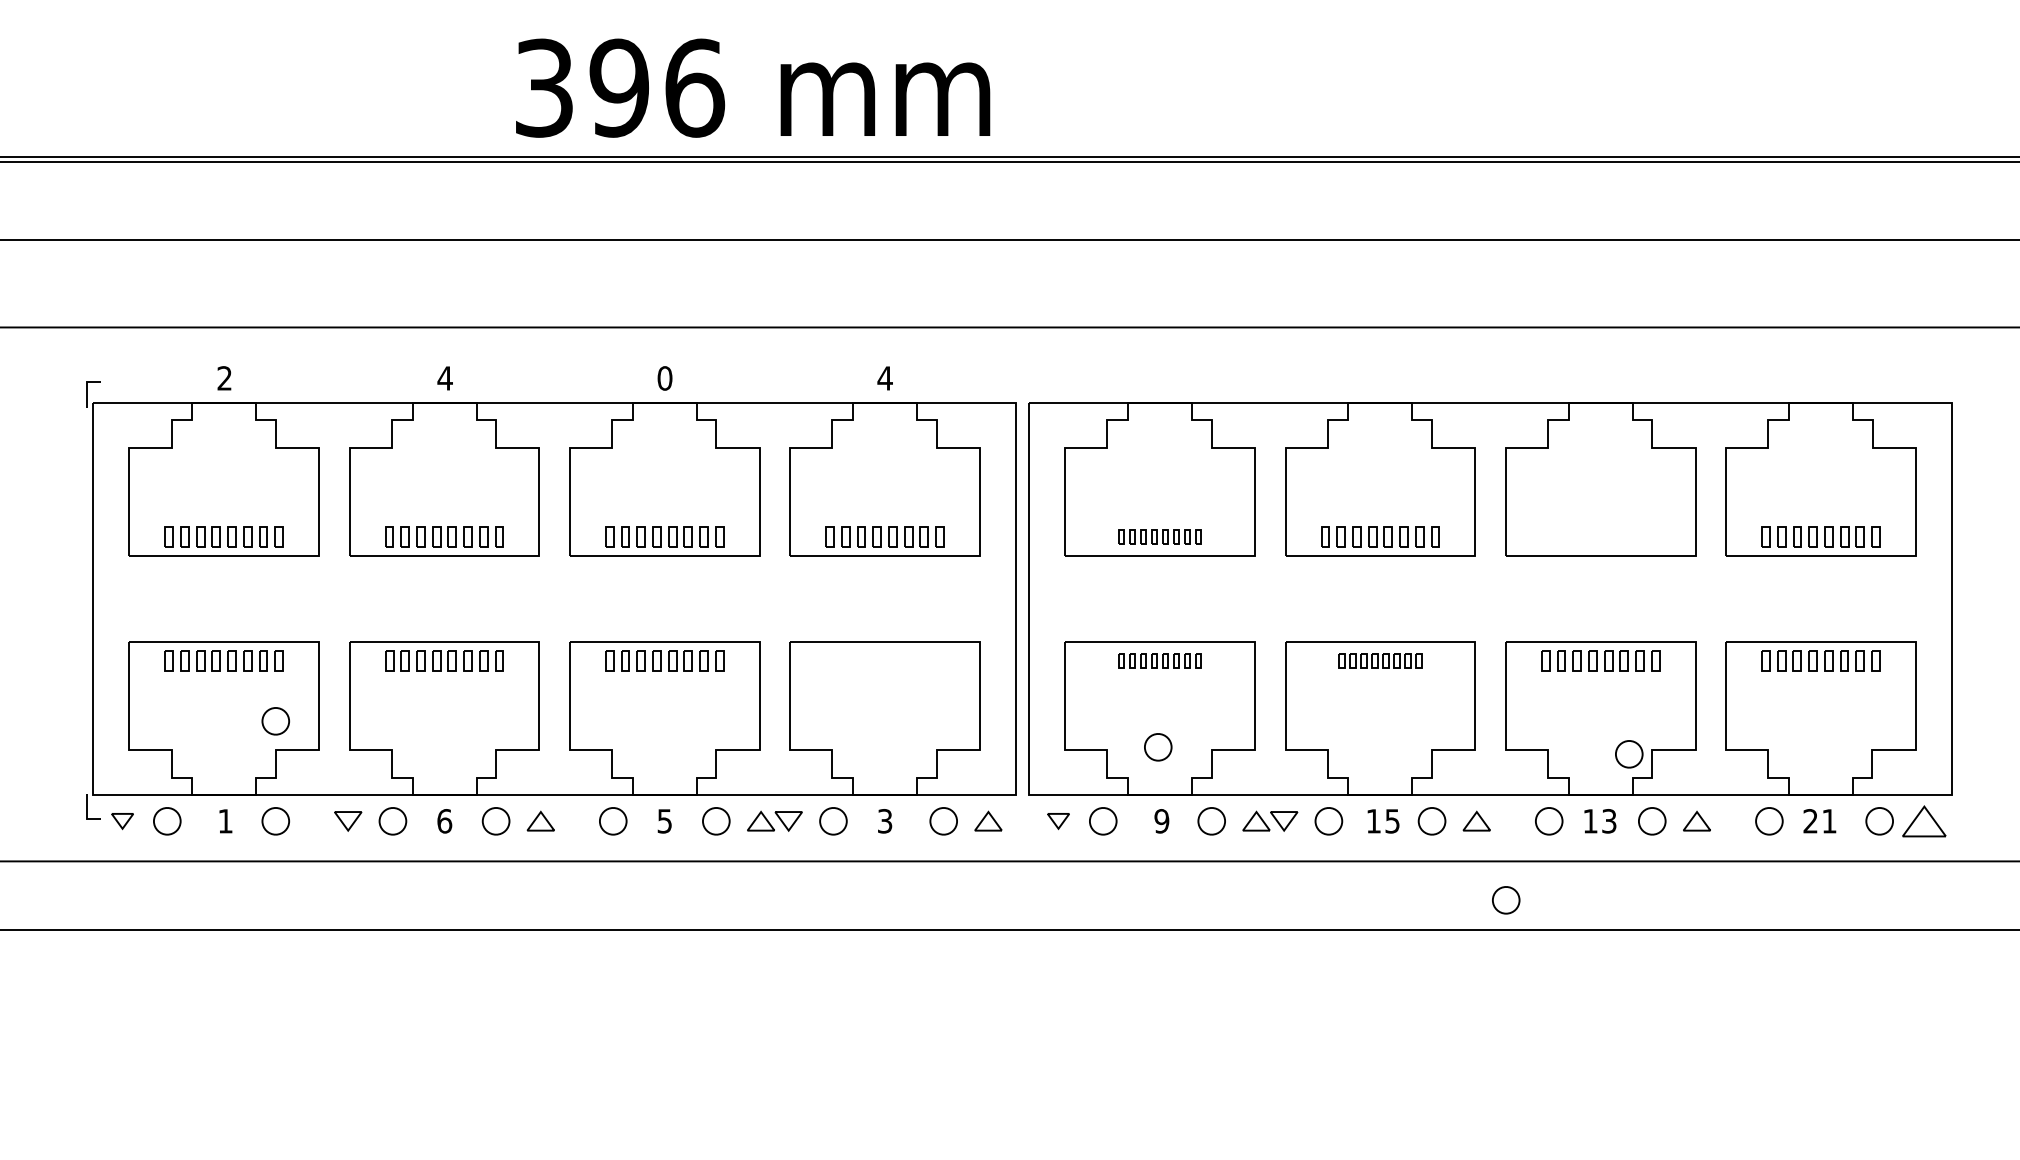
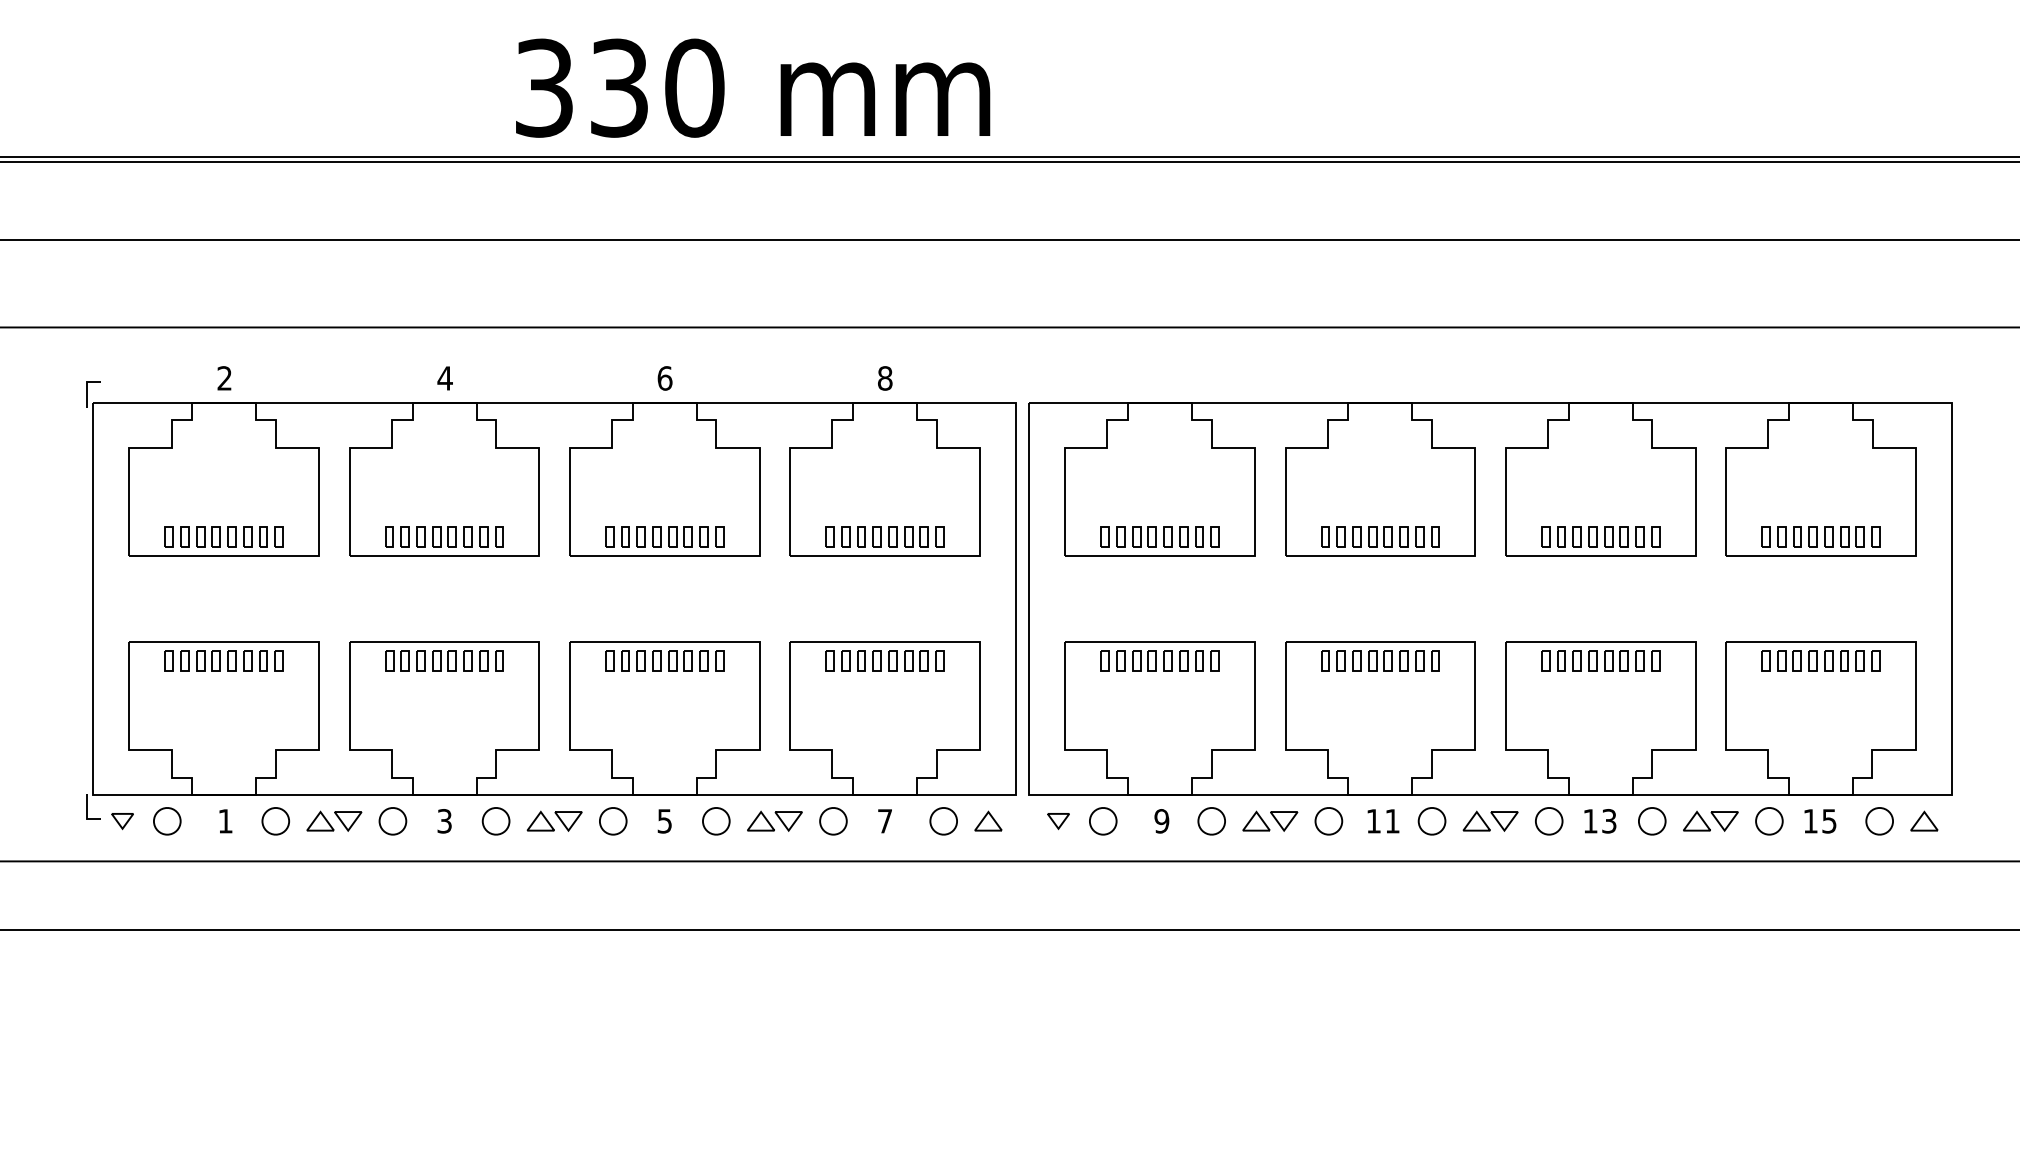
text at (657, 87): 396 -> 330
text at (664, 378): 0 -> 6
text at (884, 378): 4 -> 8
part at (1159, 536) size: 84x16 px -> 120x22 px
part at (1600, 536): none -> present
part at (884, 660): none -> present
part at (1159, 660) size: 84x16 px -> 120x22 px
part at (1380, 660) size: 85x16 px -> 119x22 px
part at (275, 721): present -> none
part at (1158, 747): present -> none
part at (1629, 754): present -> none
part at (320, 820): none -> present
text at (444, 821): 6 -> 3
part at (568, 821): none -> present
text at (885, 821): 3 -> 7
text at (1392, 821): 15 -> 11
part at (1504, 821): none -> present
part at (1724, 821): none -> present
text at (1819, 821): 21 -> 15
part at (1924, 821) size: 45x33 px -> 29x22 px
part at (1506, 900): present -> none
